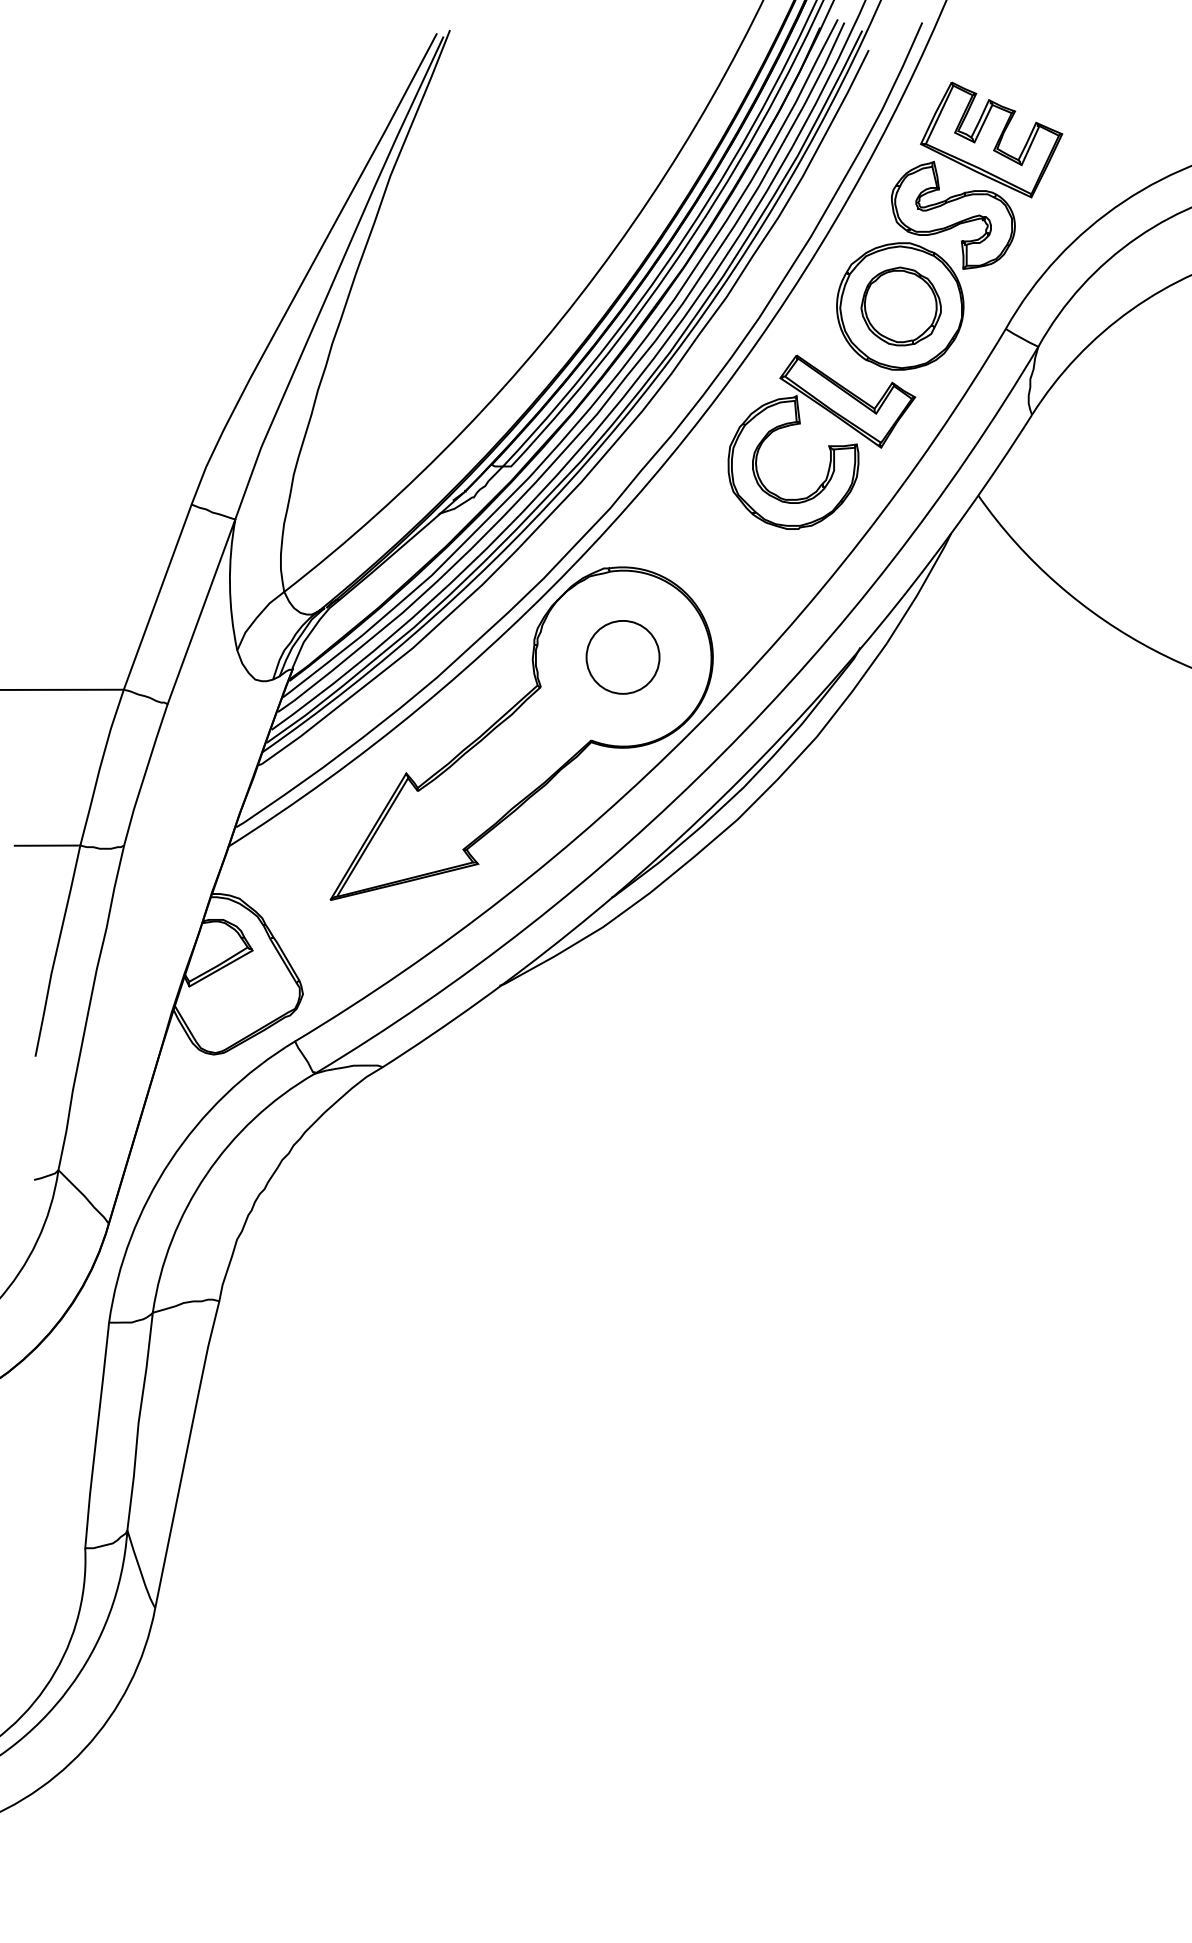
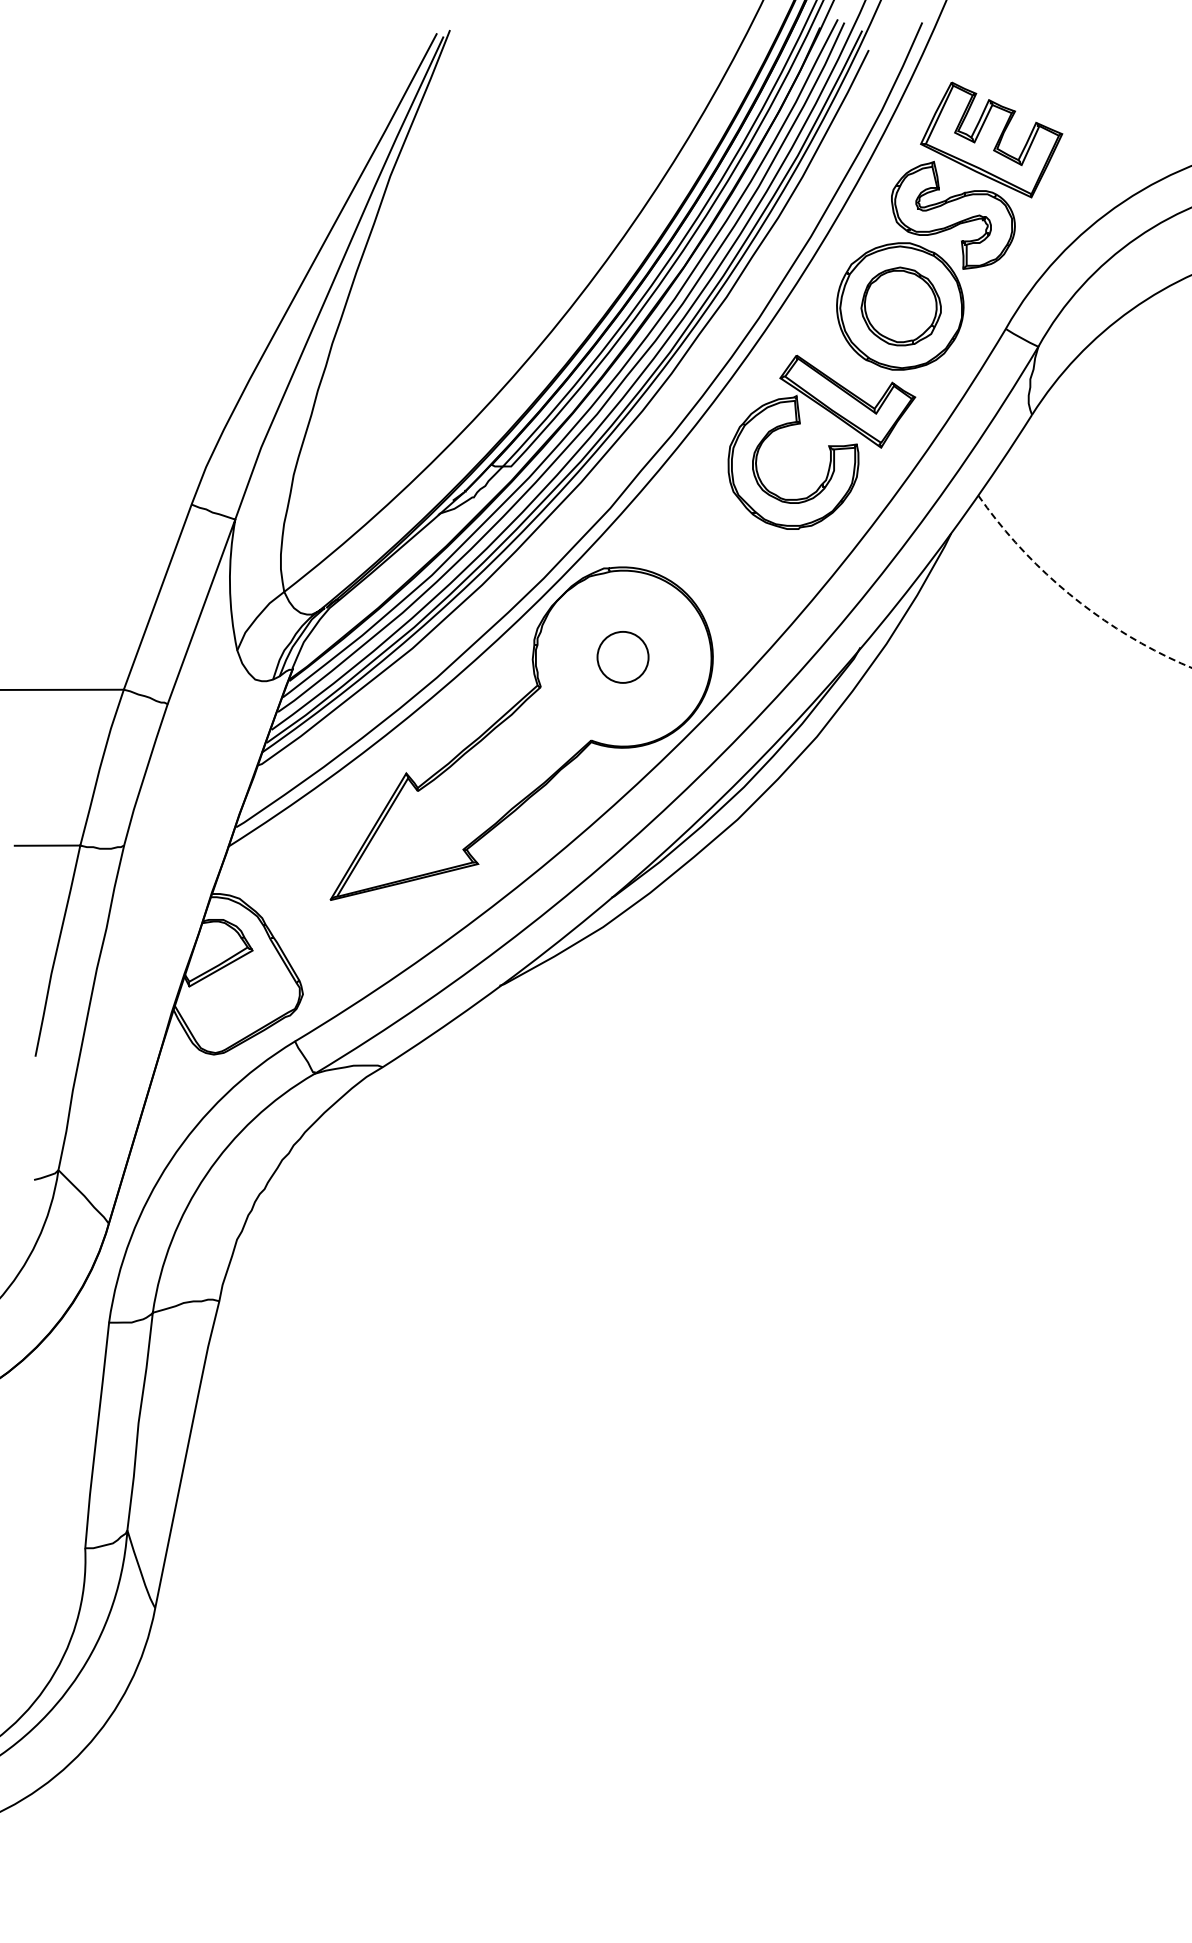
arc at (1072, 596): solid -> dashed
circle at (622, 656) diameter: 73 px -> 51 px
